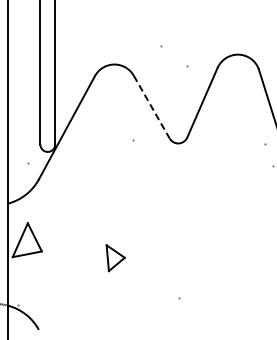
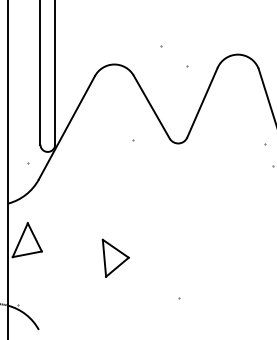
line at (151, 107): dashed -> solid
part at (115, 258) size: 21x29 px -> 29x40 px
